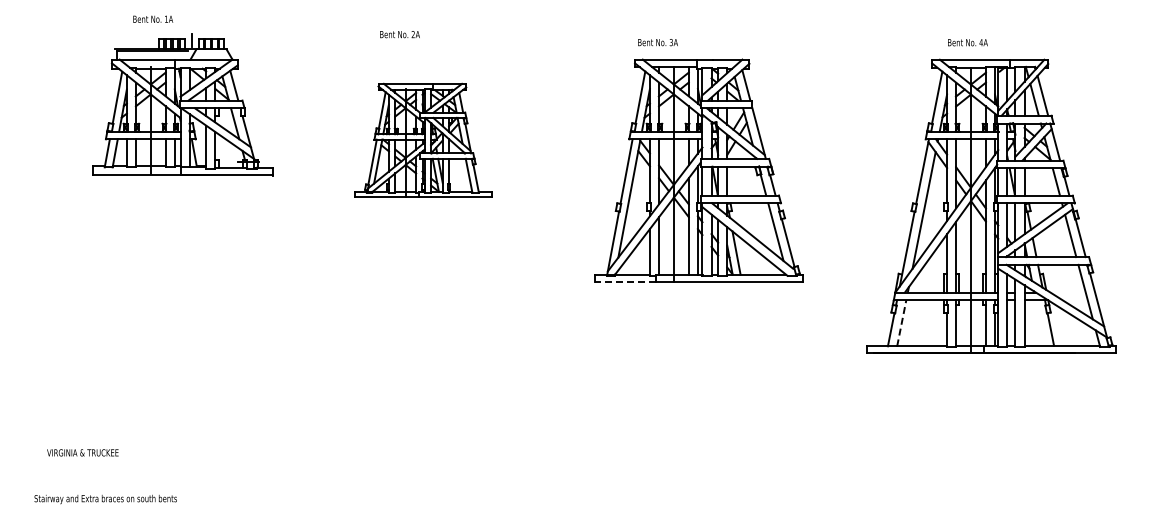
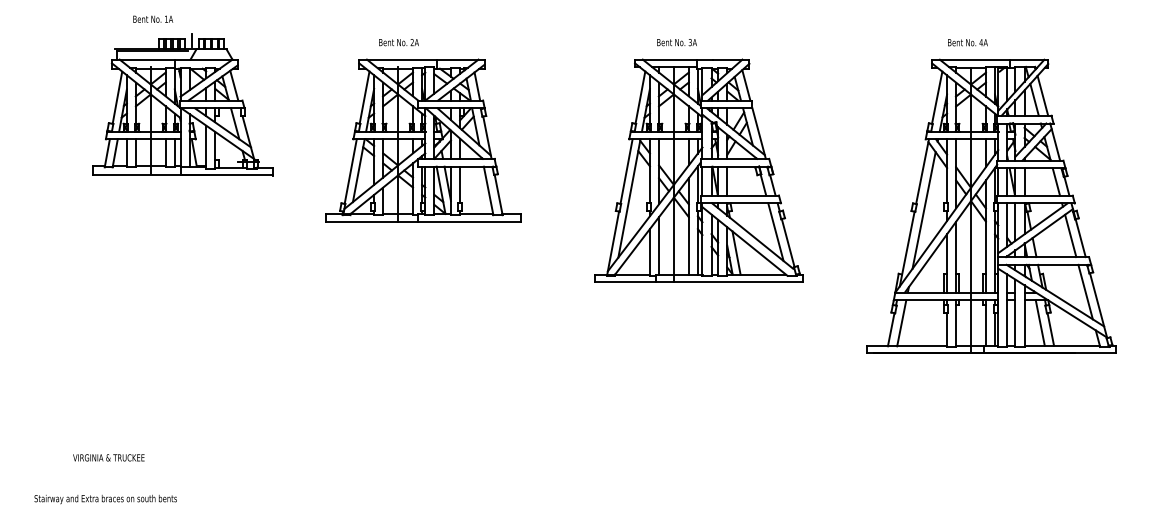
text at (399, 34) position: (399, 34) -> (398, 42)
text at (657, 42) position: (657, 42) -> (676, 42)
part at (423, 139) size: 139x116 px -> 197x165 px
line at (625, 282): dashed -> solid
line at (901, 322): dashed -> solid
line at (1039, 322): none -> present
text at (82, 452) position: (82, 452) -> (108, 457)
